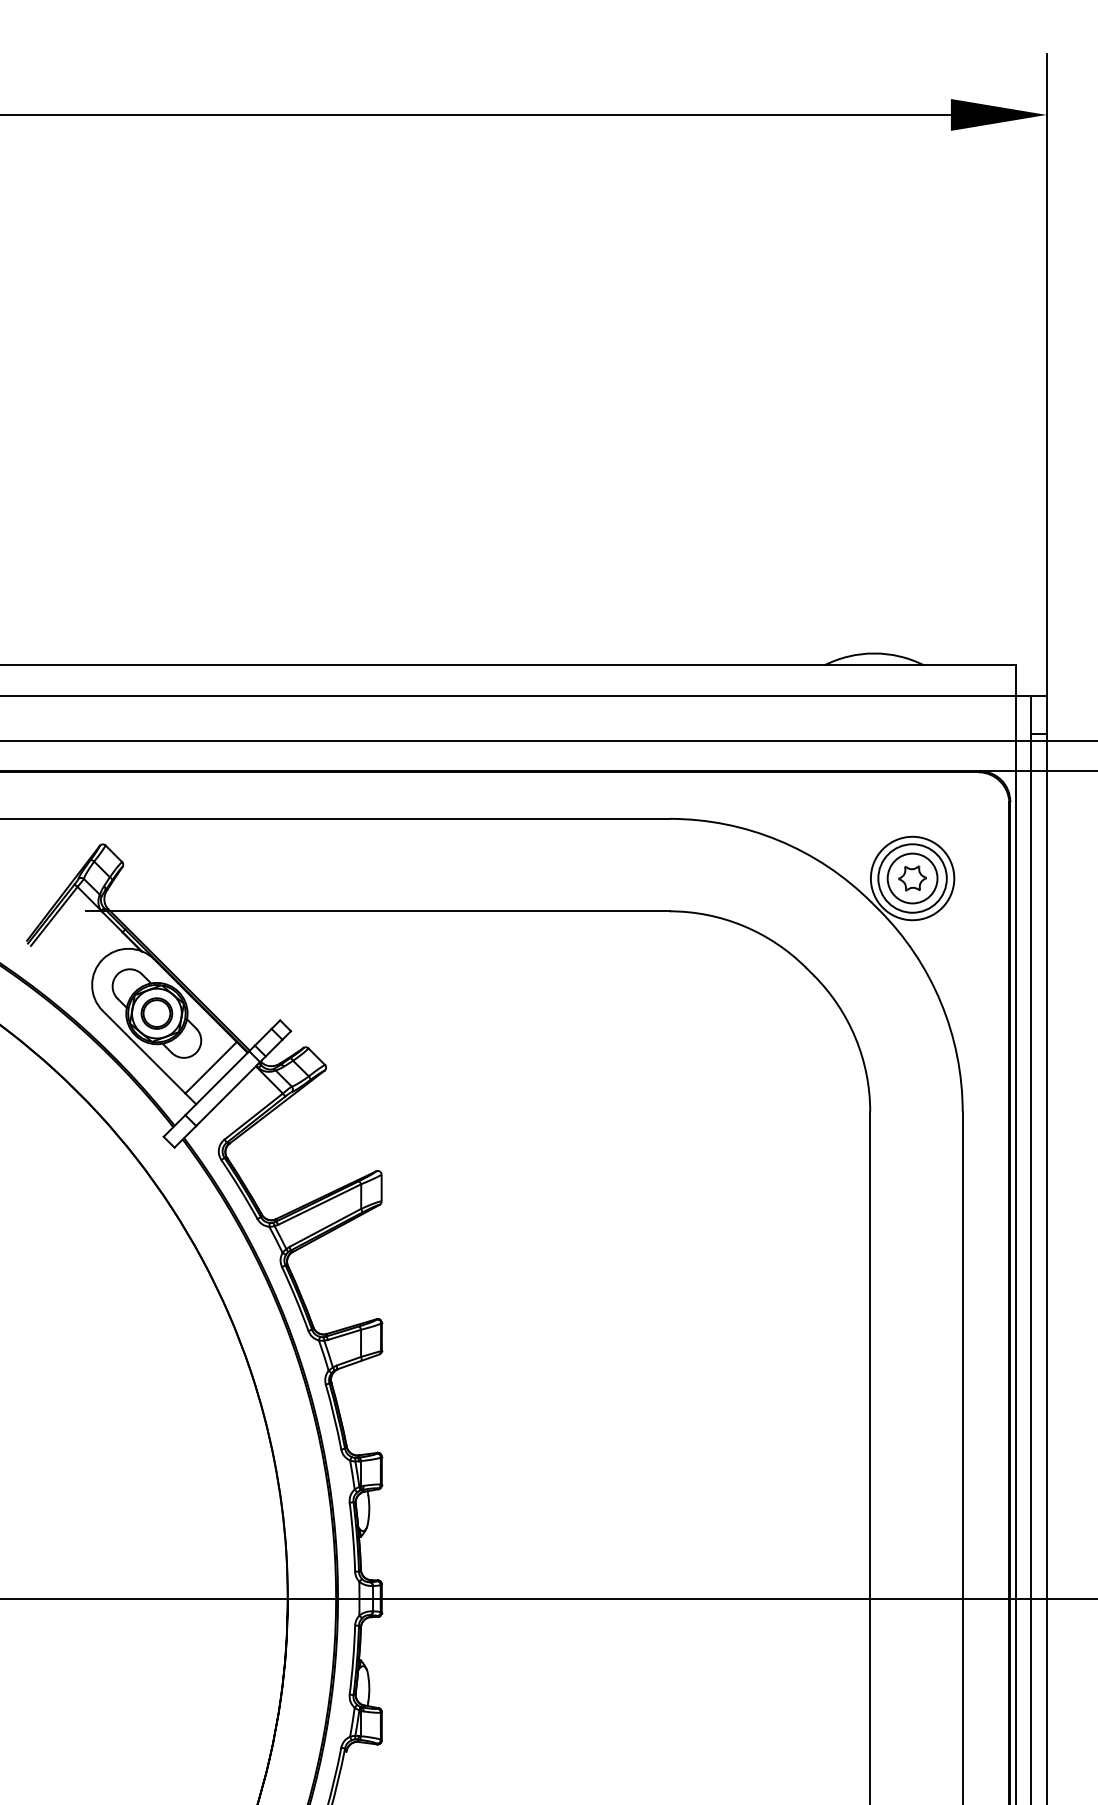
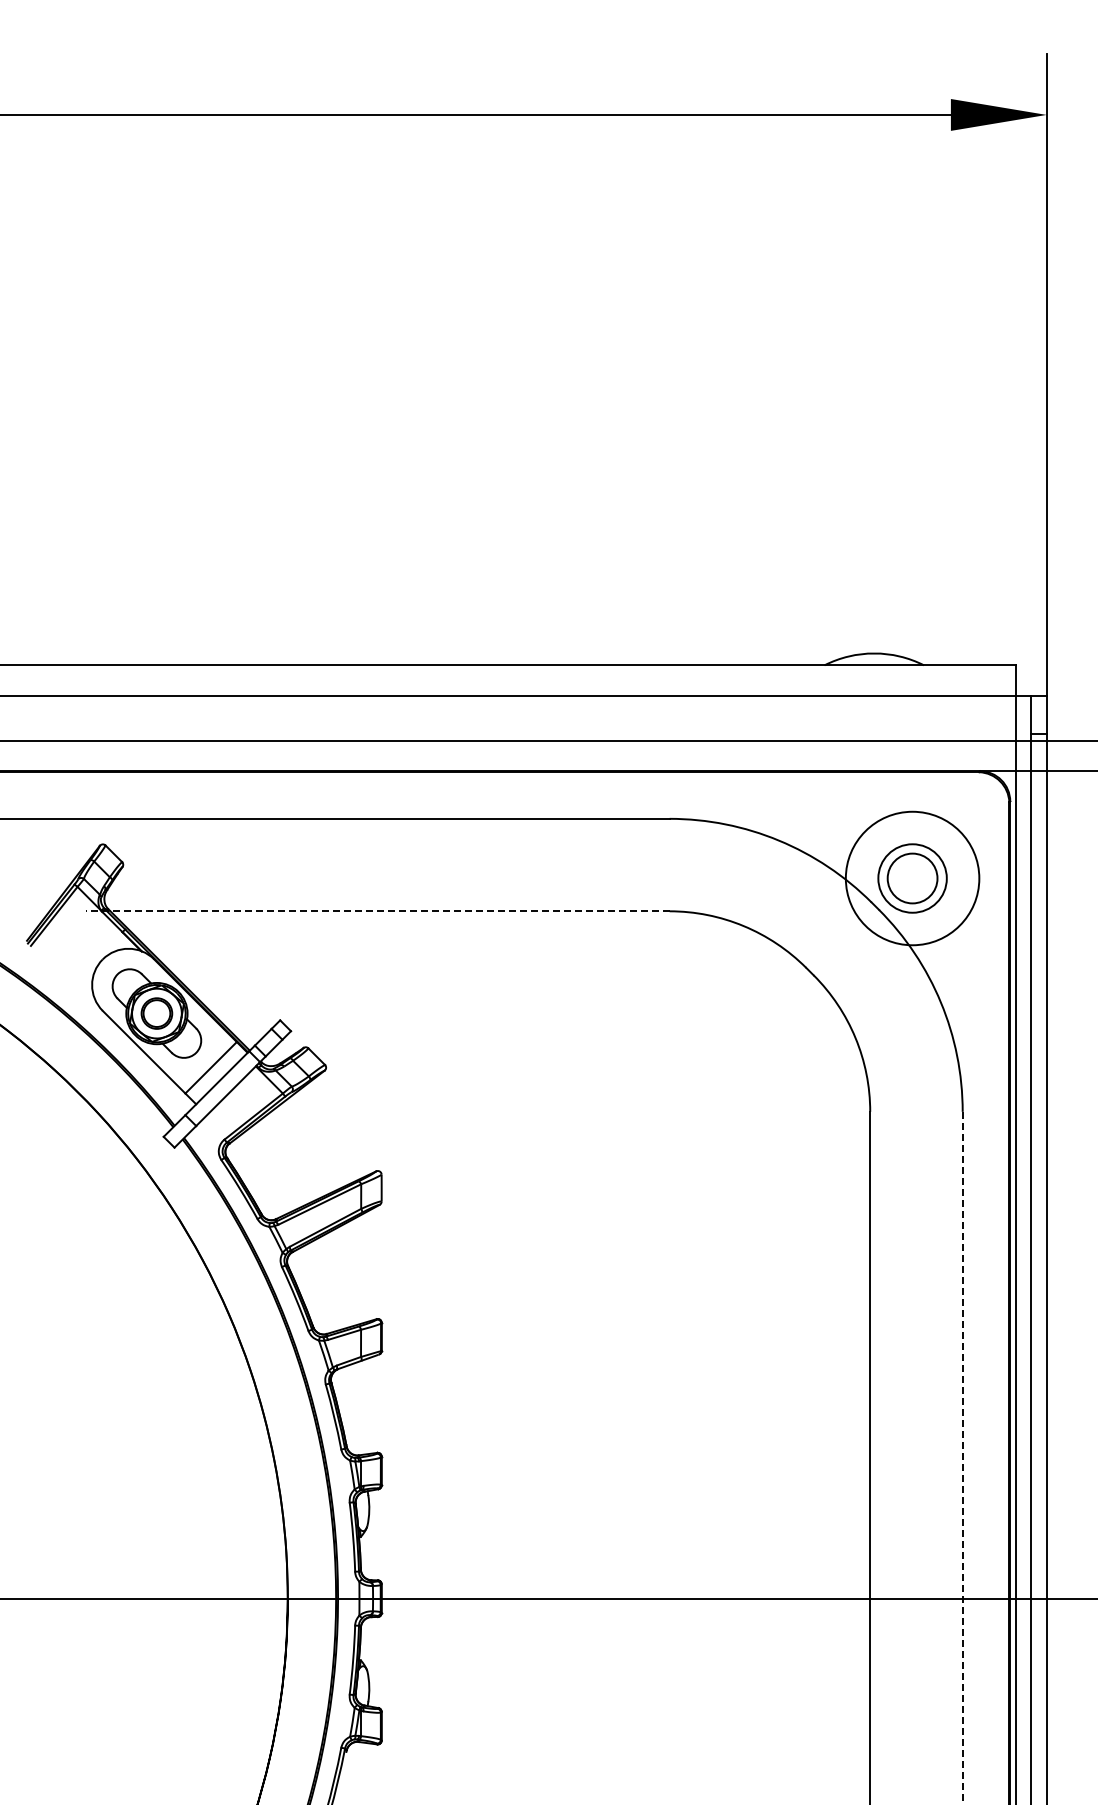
circle at (912, 878) diameter: 83 px -> 133 px
part at (912, 878): present -> none
line at (377, 911): solid -> dashed
line at (962, 1458): solid -> dashed
